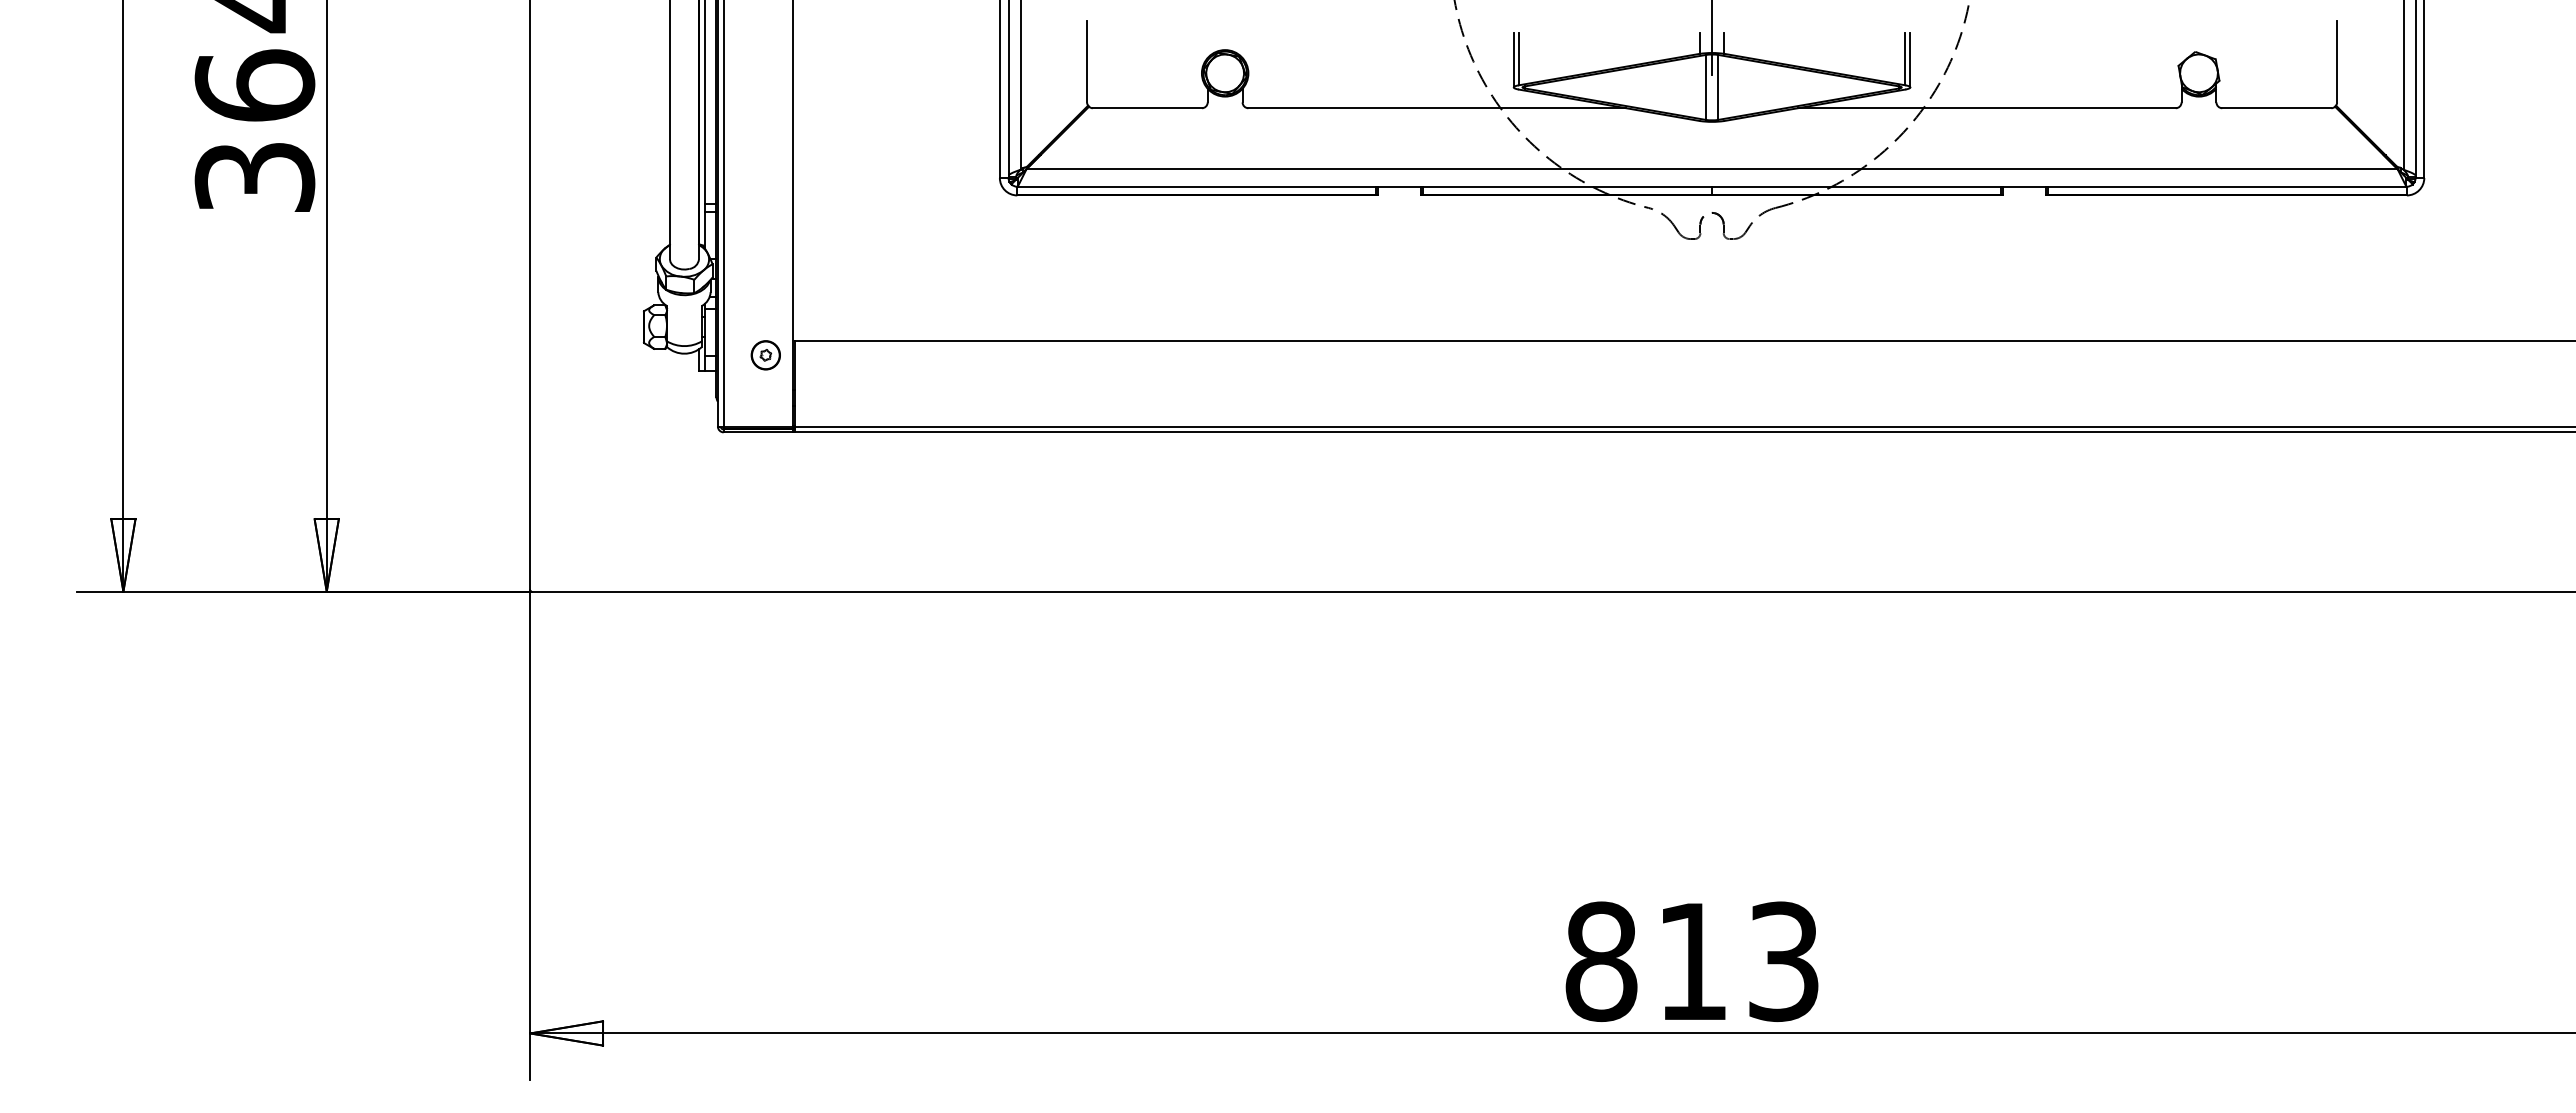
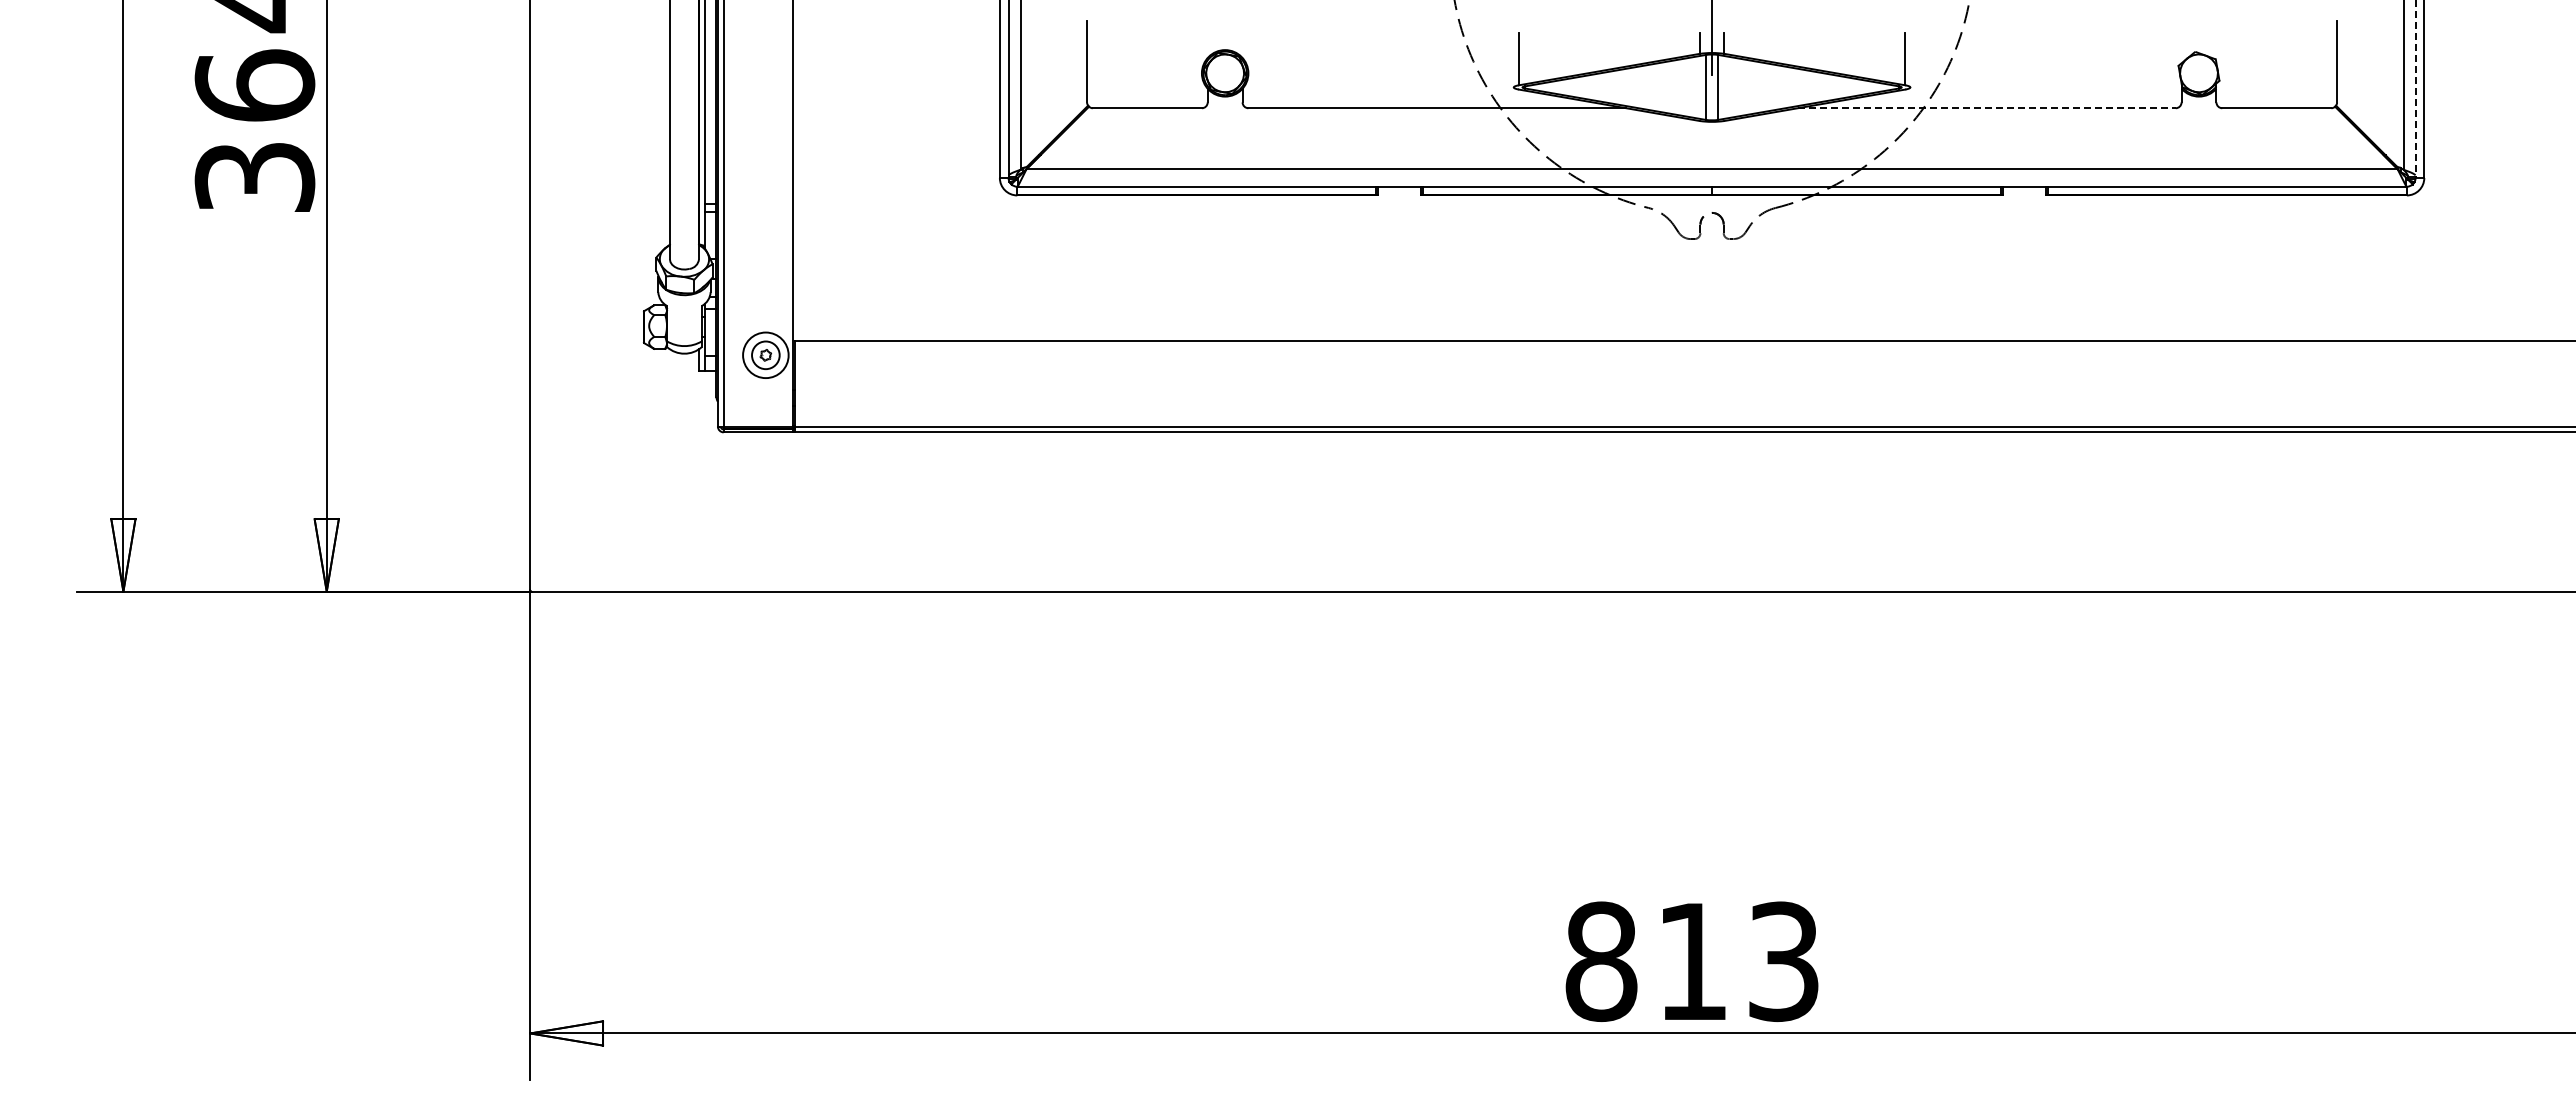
line at (1513, 60): present -> none
line at (1910, 60): present -> none
line at (2415, 89): solid -> dashed
line at (1986, 108): solid -> dashed
circle at (765, 355) diameter: 28 px -> 46 px
